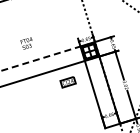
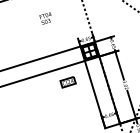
text at (26, 43) position: (26, 43) -> (45, 18)
line at (40, 58): dashed -> solid
